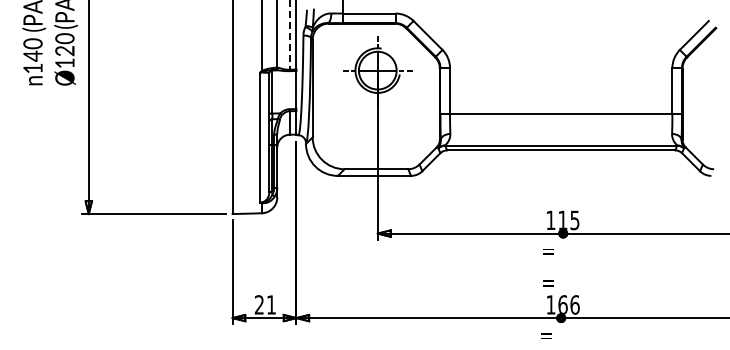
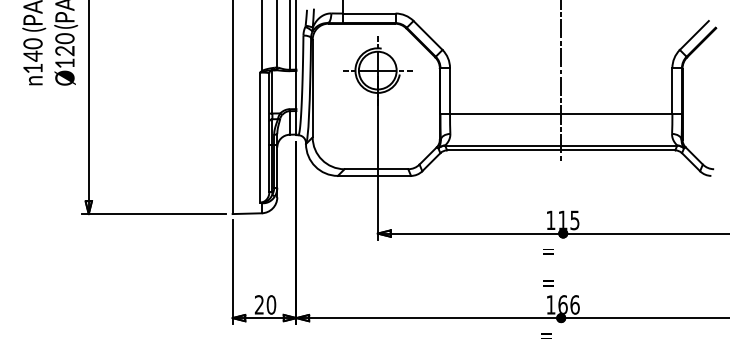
line at (289, 35): dashed -> solid
line at (561, 82): none -> present
text at (271, 304): 21 -> 20
